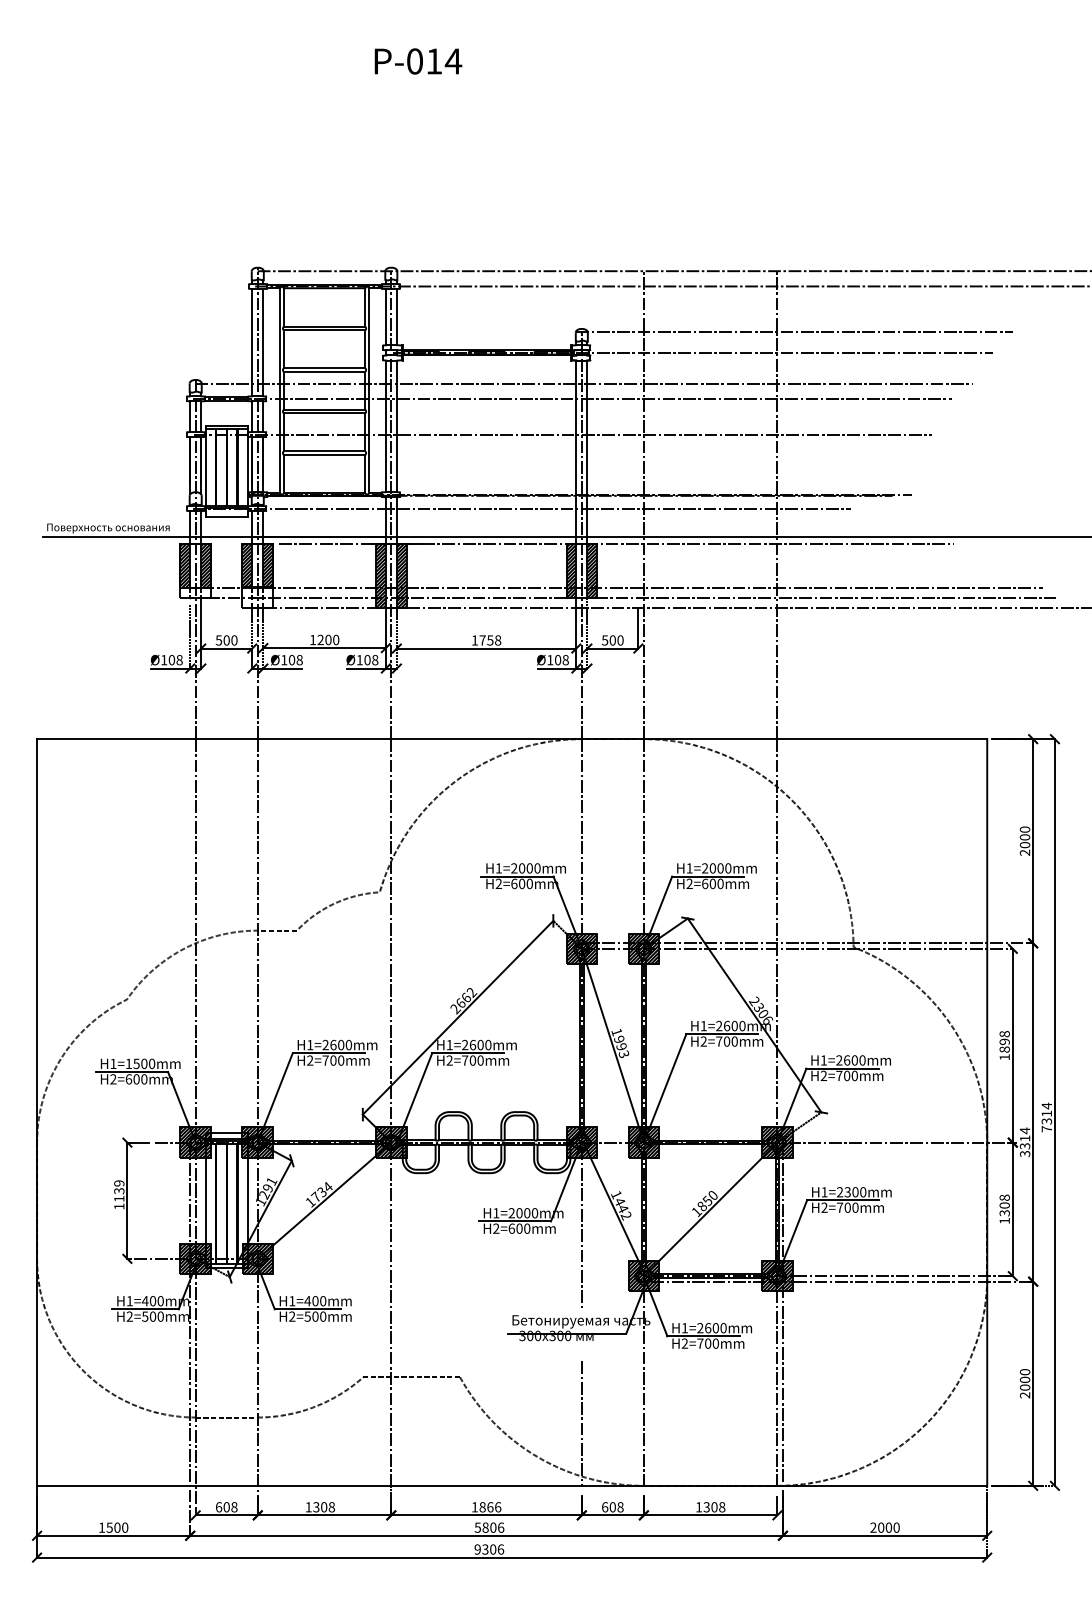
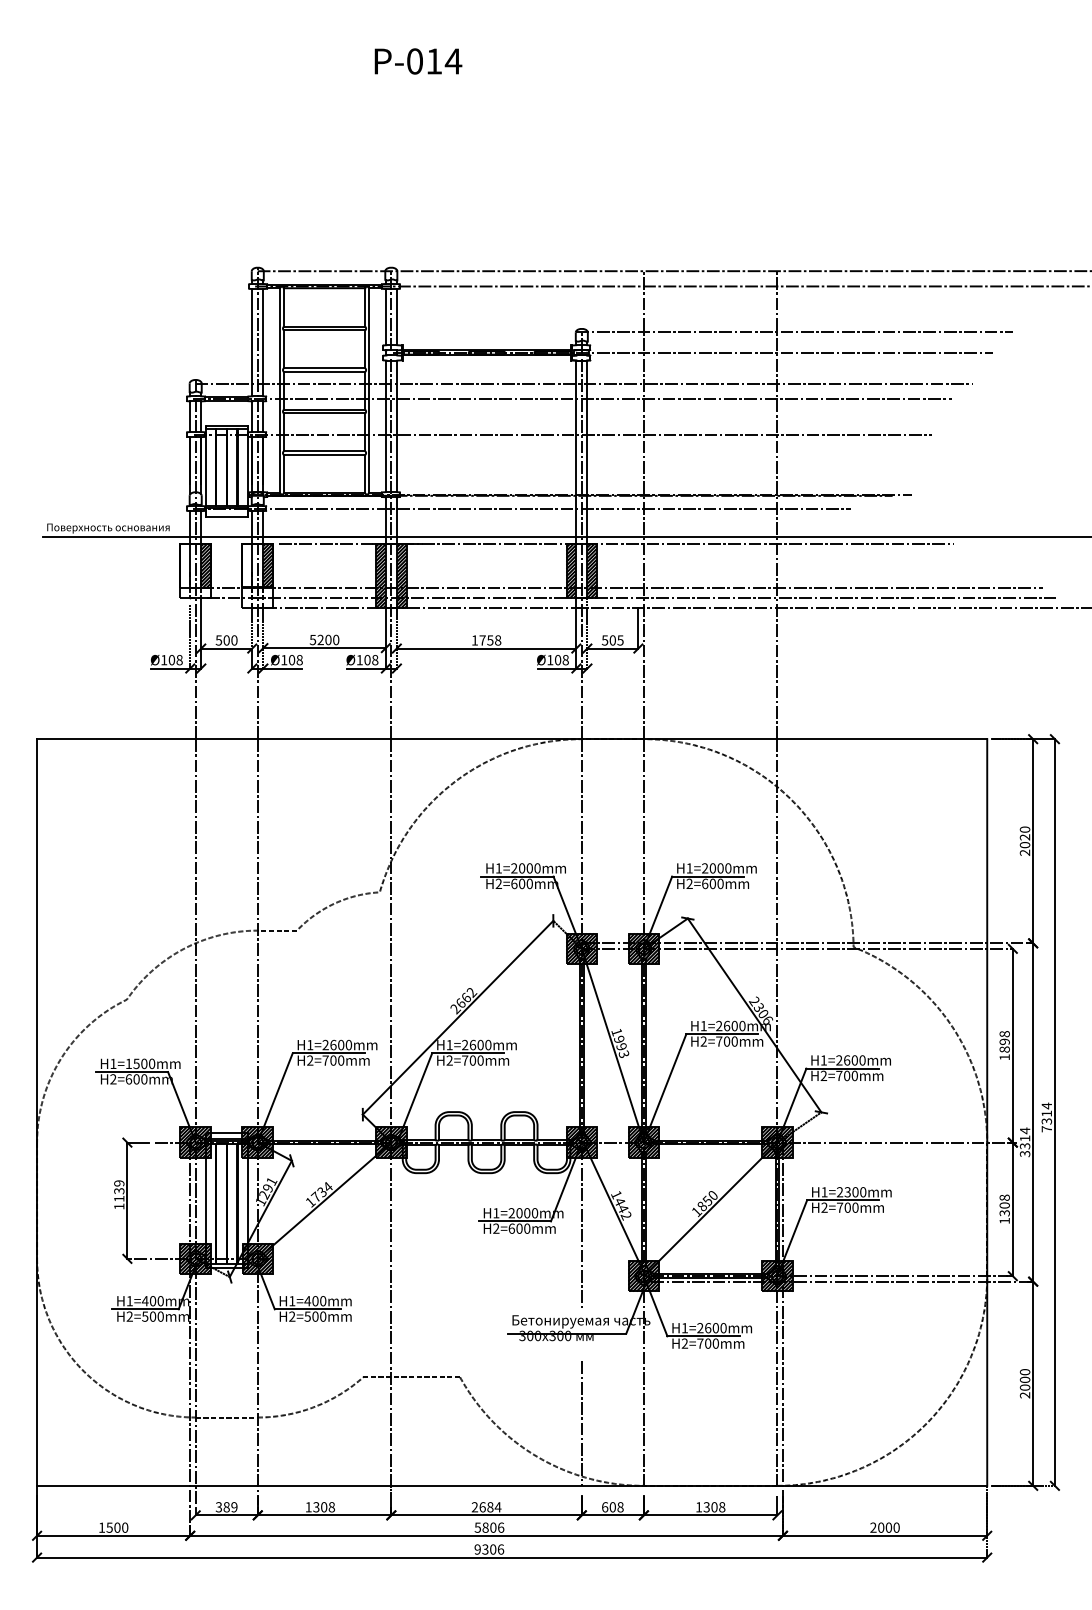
hatch at (185, 565): present -> none
hatch at (247, 565): present -> none
text at (312, 640): 1200 -> 5200
text at (620, 640): 500 -> 505
text at (1025, 837): 2000 -> 2020
text at (226, 1507): 608 -> 389
text at (486, 1507): 1866 -> 2684
